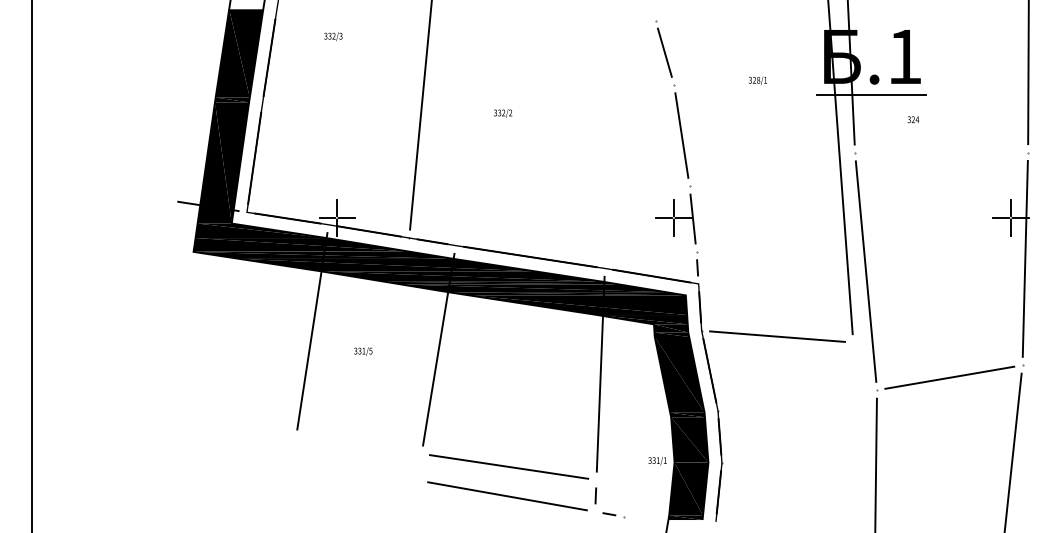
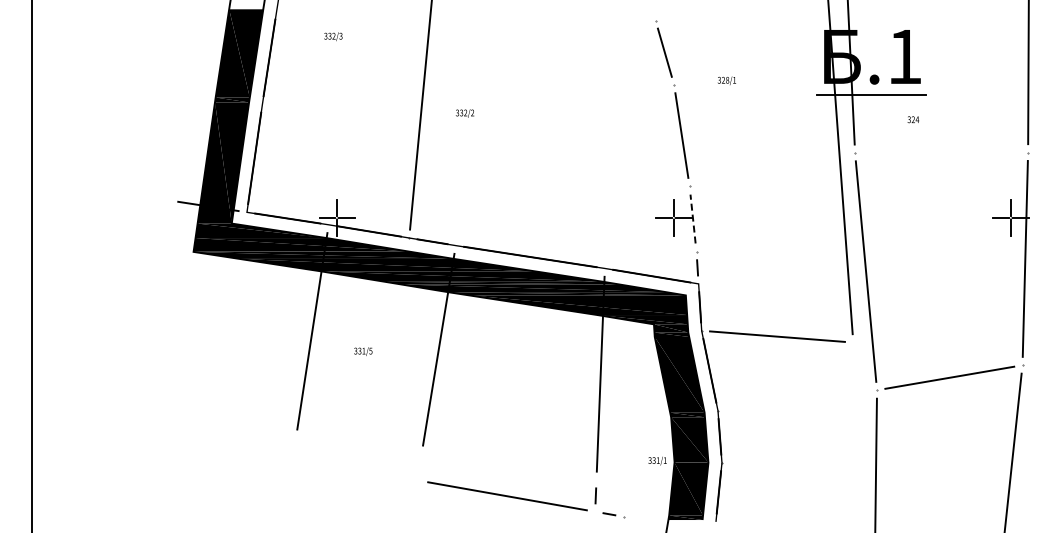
text at (757, 80) position: (757, 80) -> (726, 80)
text at (503, 113) position: (503, 113) -> (465, 113)
line at (693, 219): solid -> dashed
line at (508, 466): present -> none
